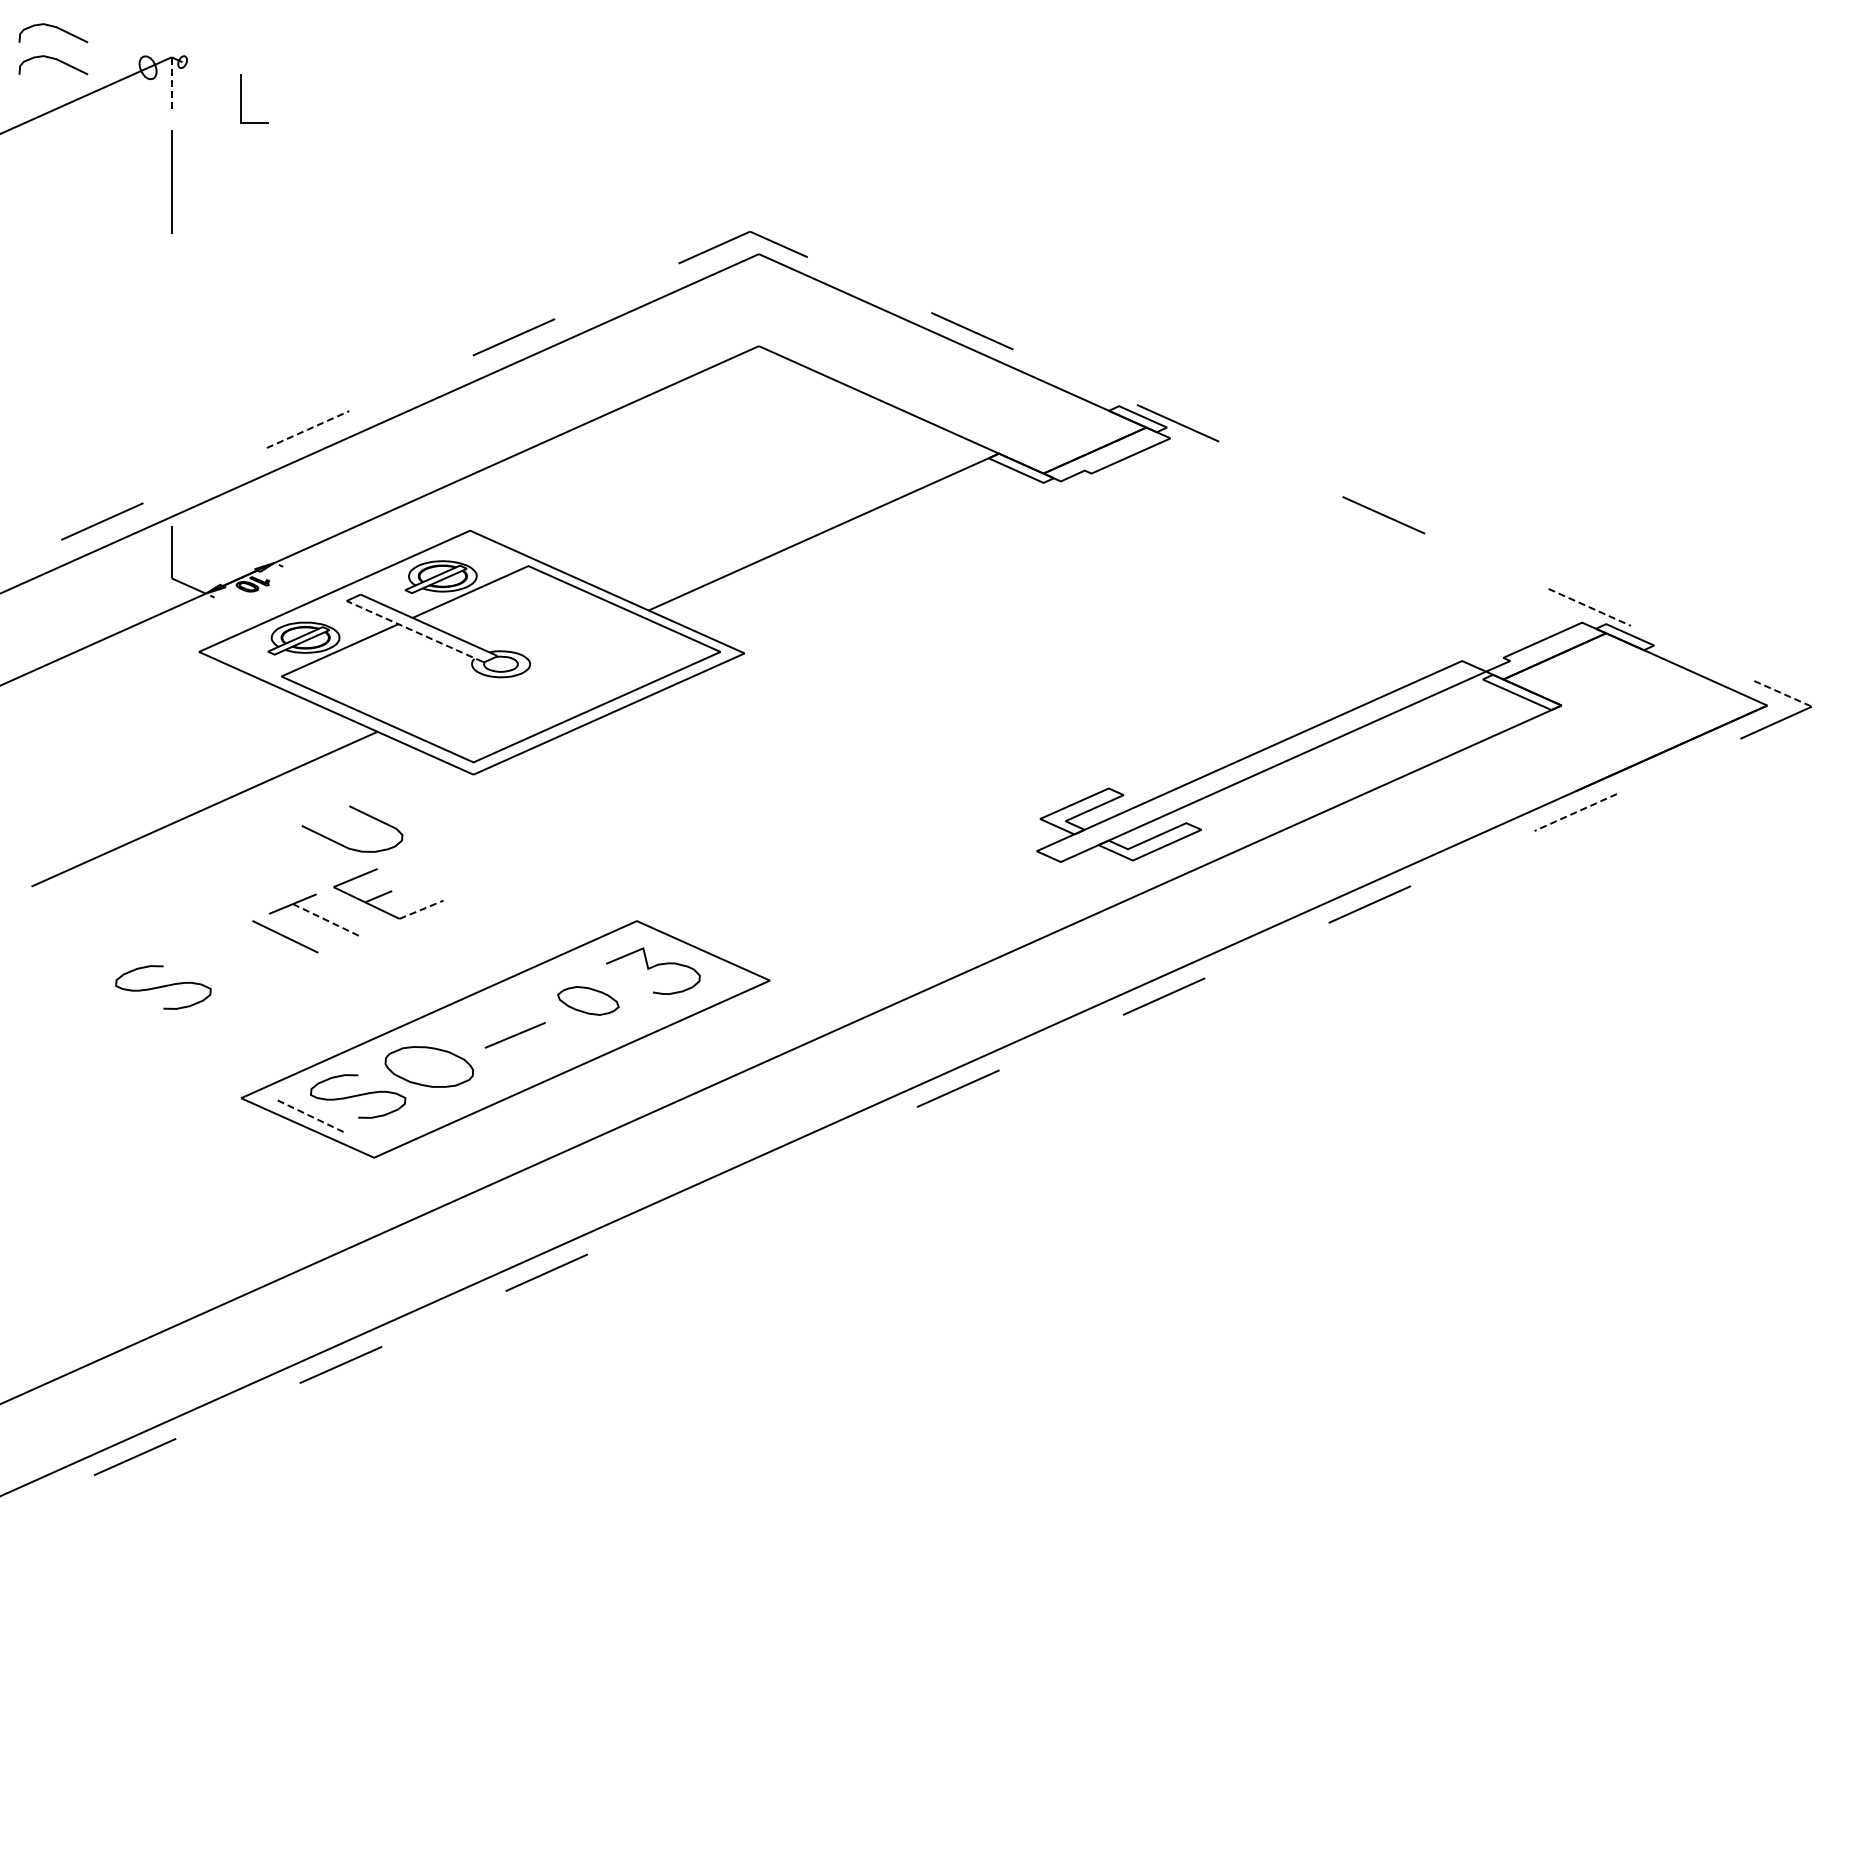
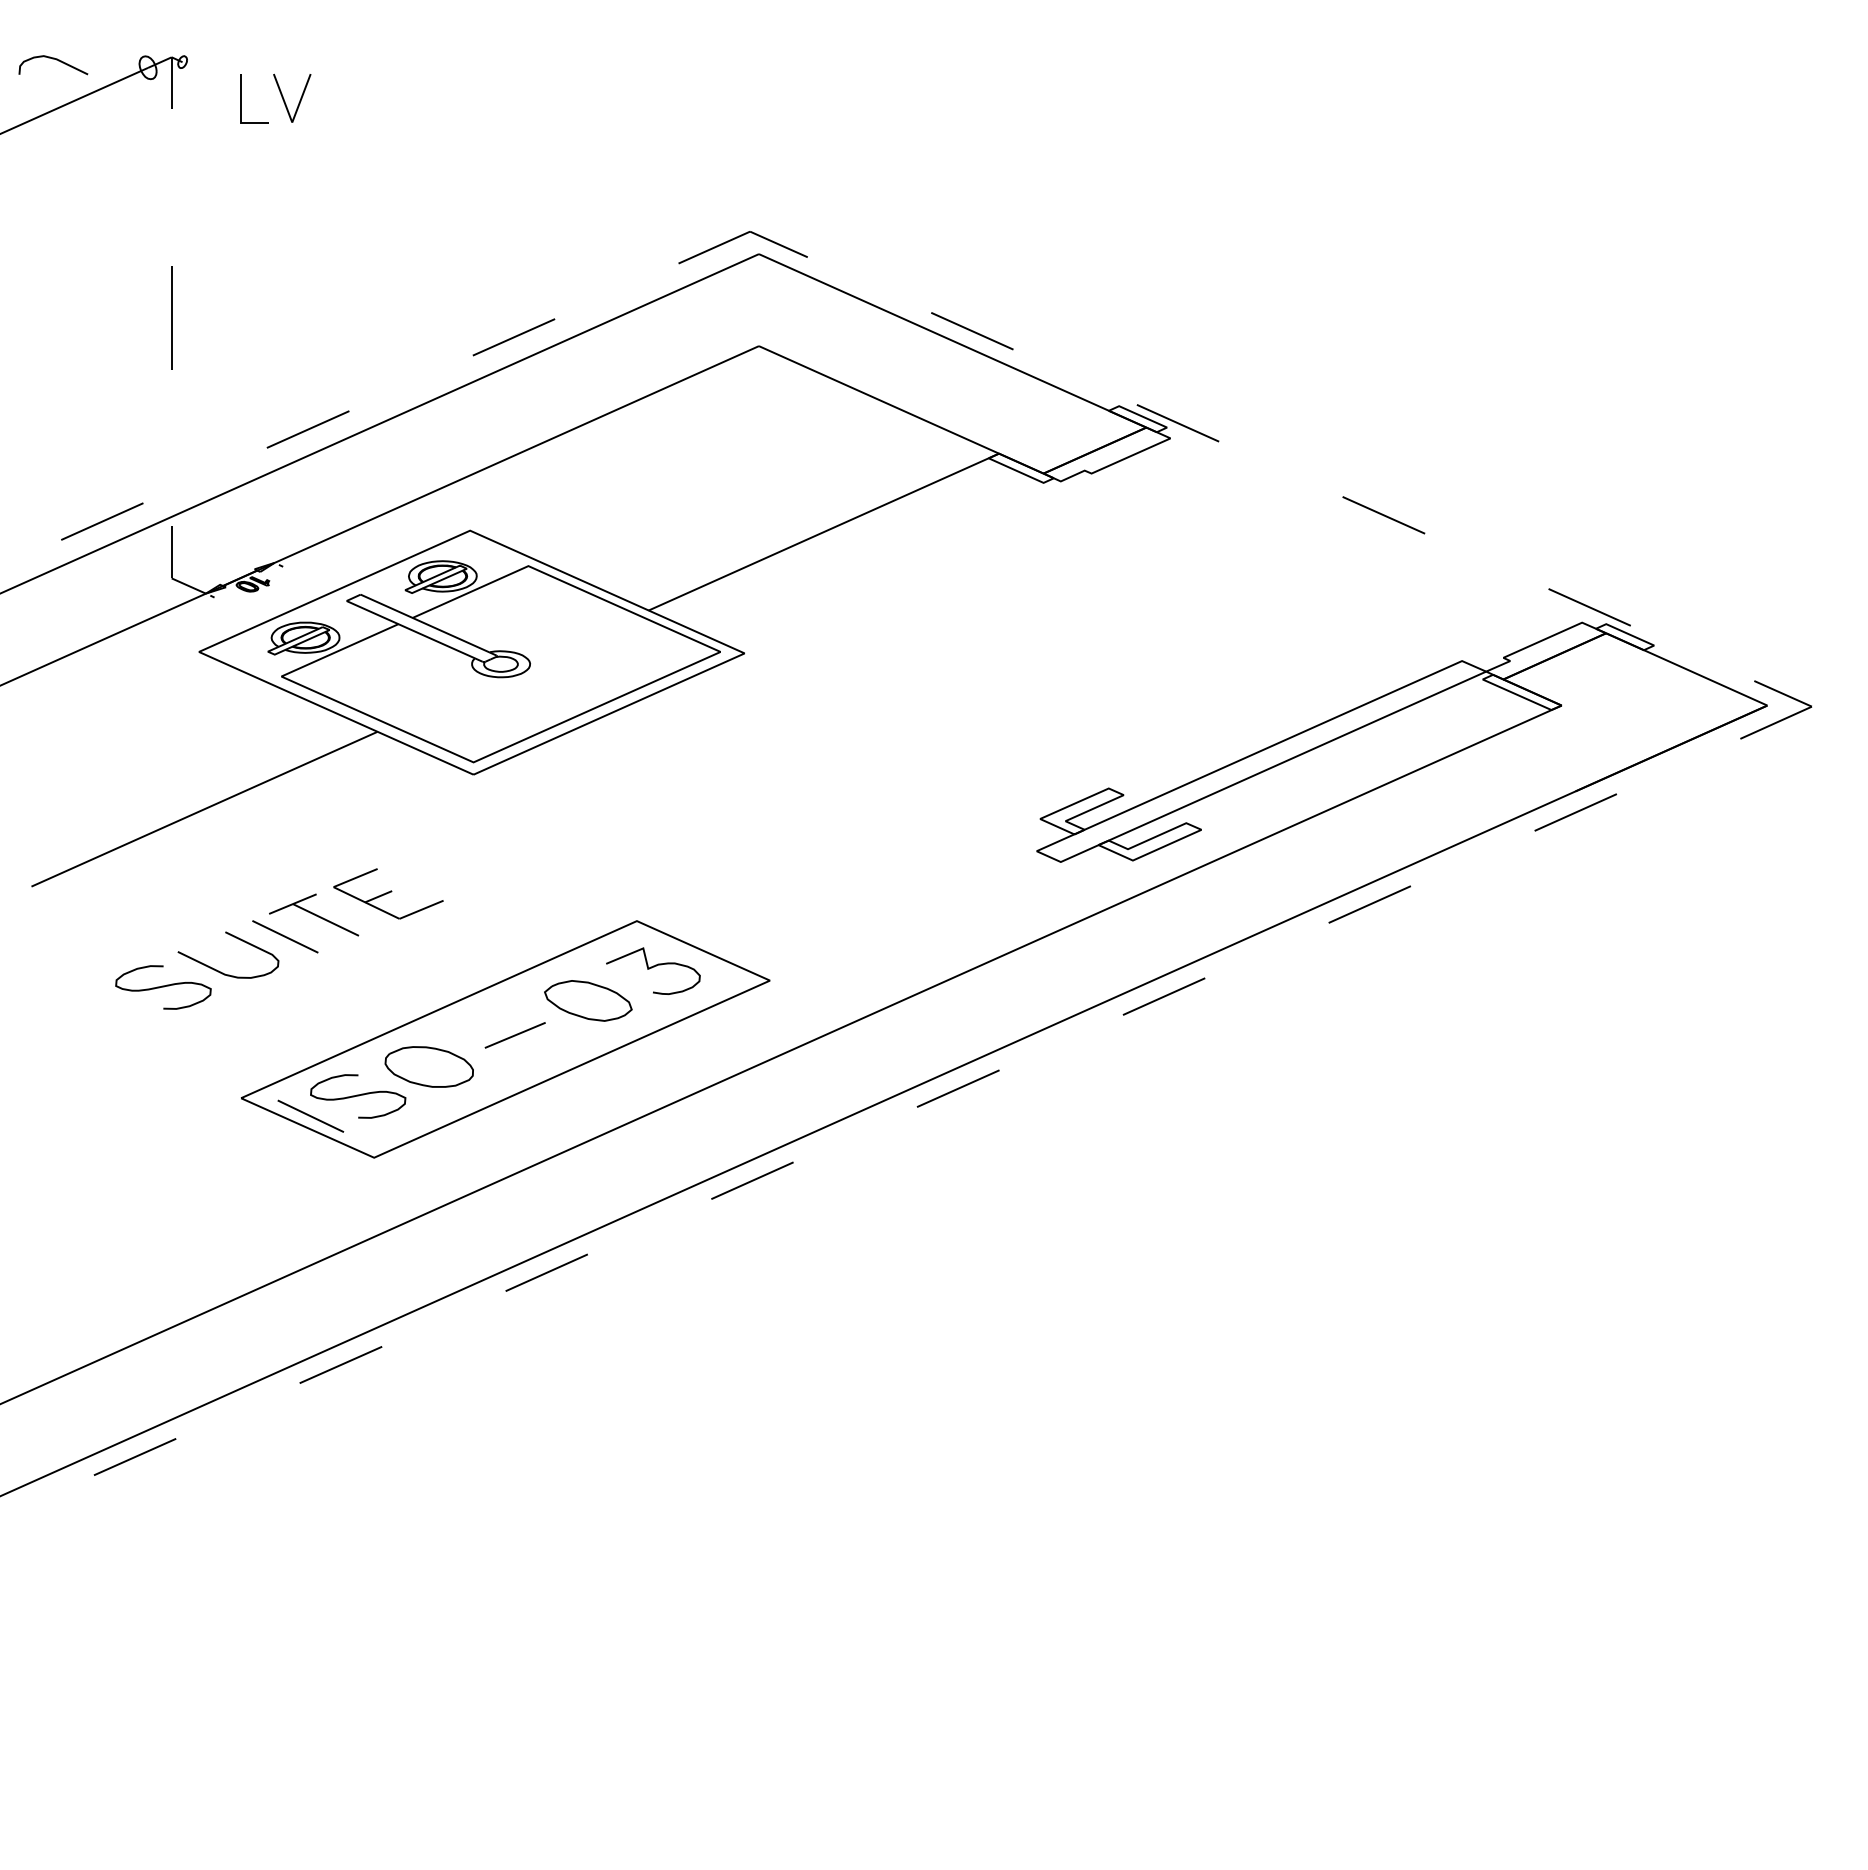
curve at (56, 28): present -> none
line at (171, 83): dashed -> solid
line at (299, 100): none -> present
line at (171, 181) position: (171, 181) -> (171, 317)
line at (308, 429): dashed -> solid
line at (1590, 607): dashed -> solid
line at (414, 631): dashed -> solid
line at (1783, 693): dashed -> solid
curve at (359, 812) position: (359, 812) -> (235, 938)
line at (1575, 812): dashed -> solid
line at (421, 909): dashed -> solid
line at (325, 919): dashed -> solid
part at (588, 1000) size: 63x30 px -> 89x42 px
line at (310, 1116): dashed -> solid
line at (752, 1180): none -> present
